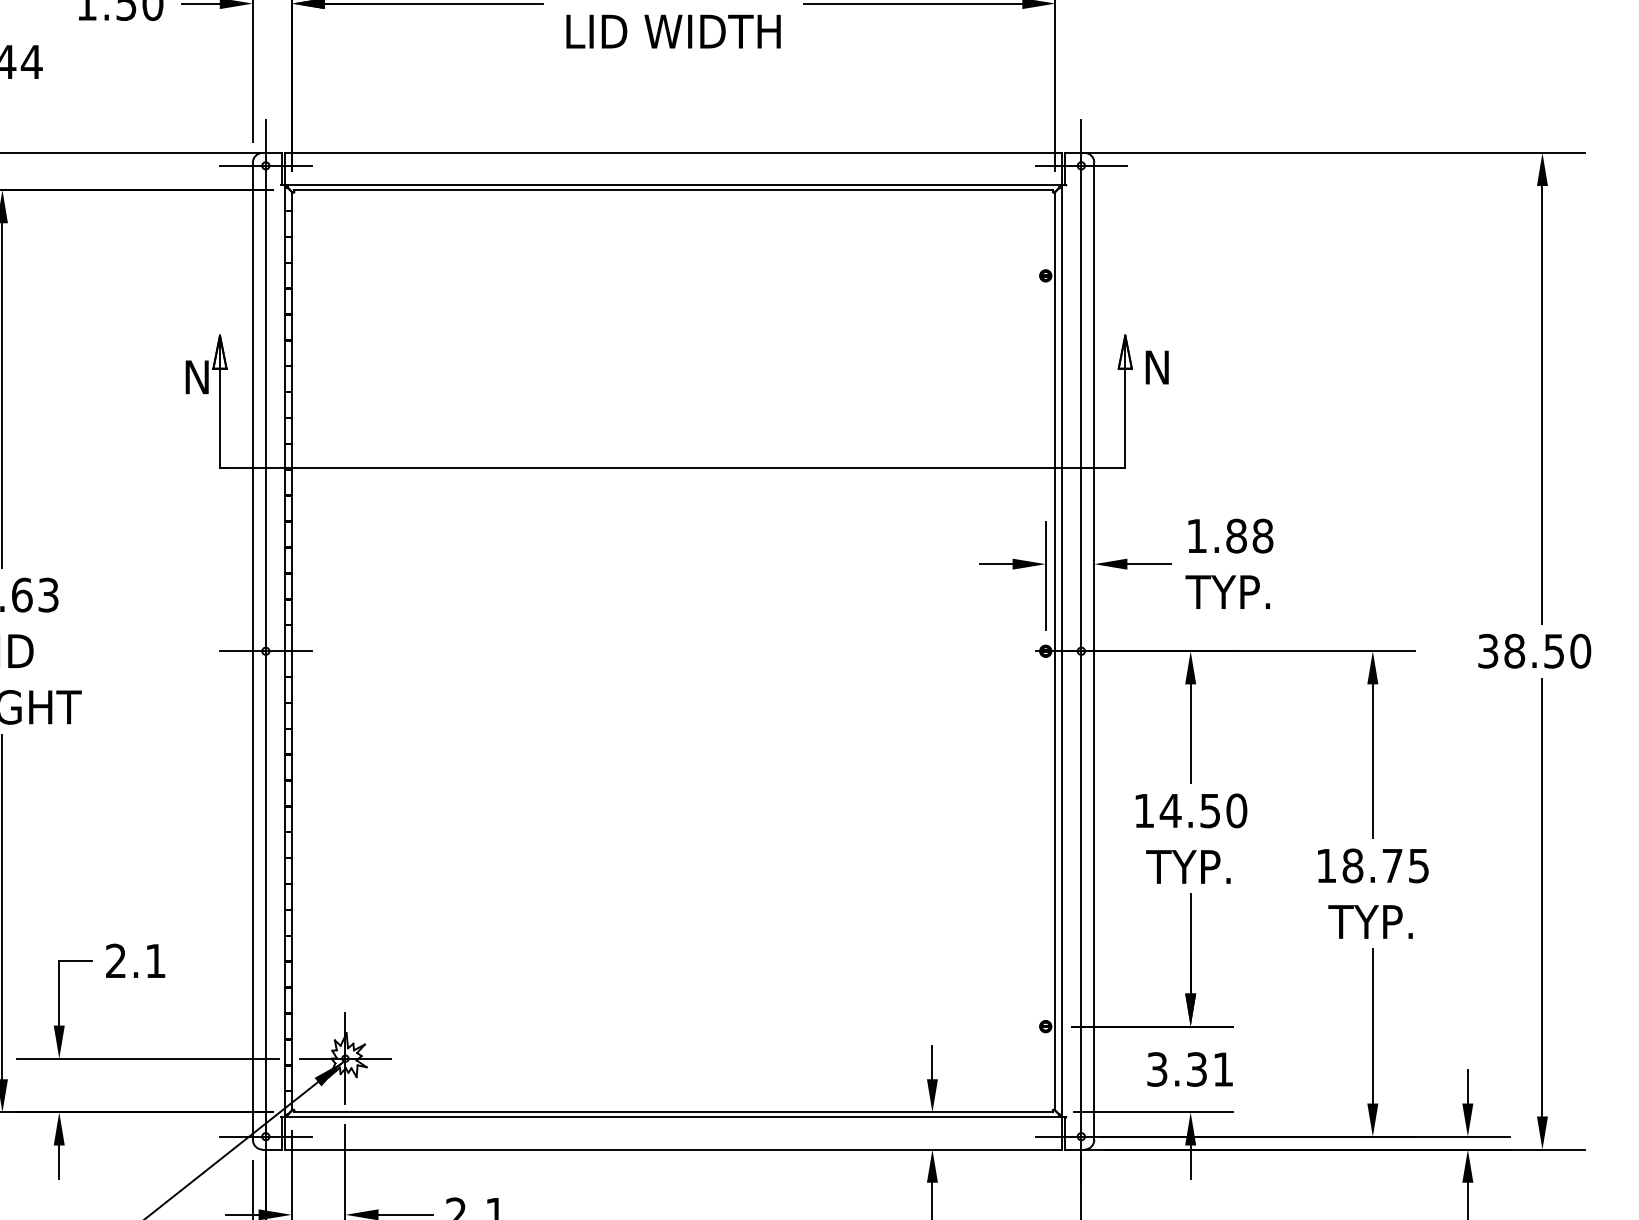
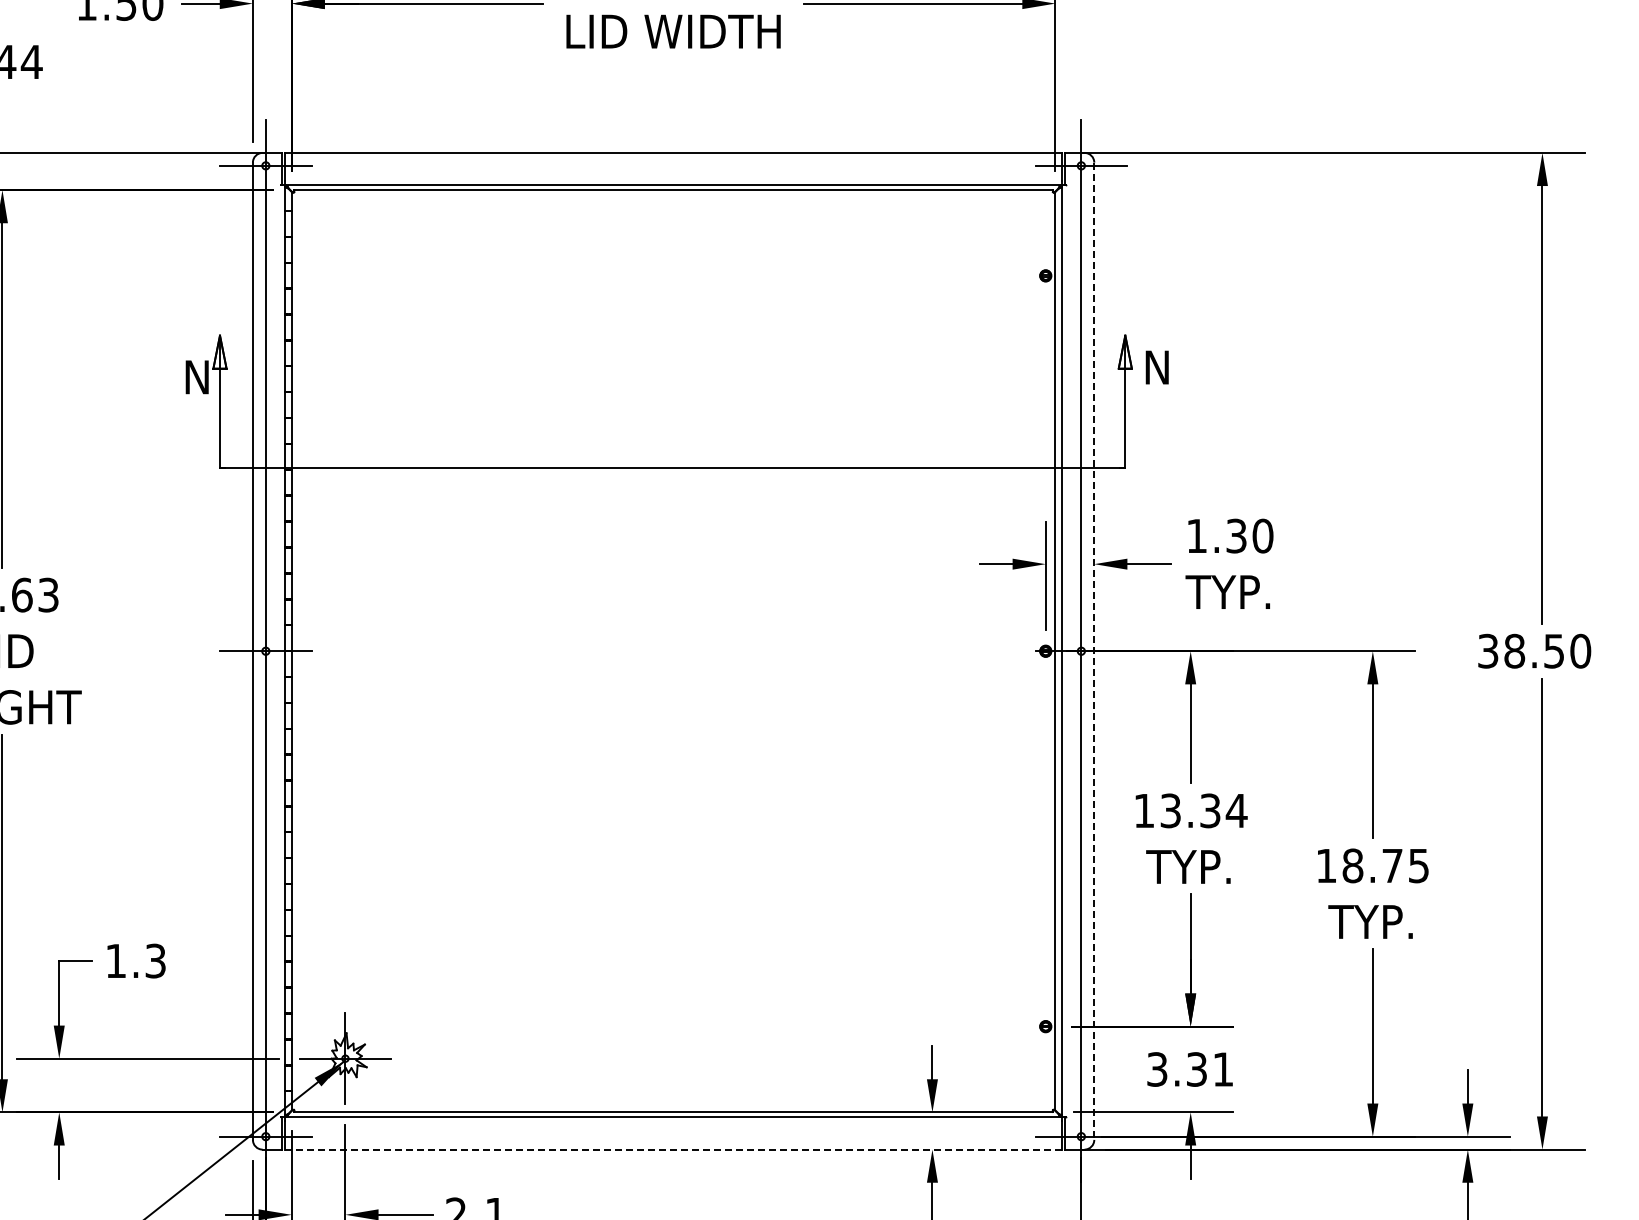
text at (1249, 535): 1.88 -> 1.30
line at (1094, 651): solid -> dashed
text at (1203, 810): 14.50 -> 13.34
text at (135, 960): 2.1 -> 1.3
line at (673, 1149): solid -> dashed
